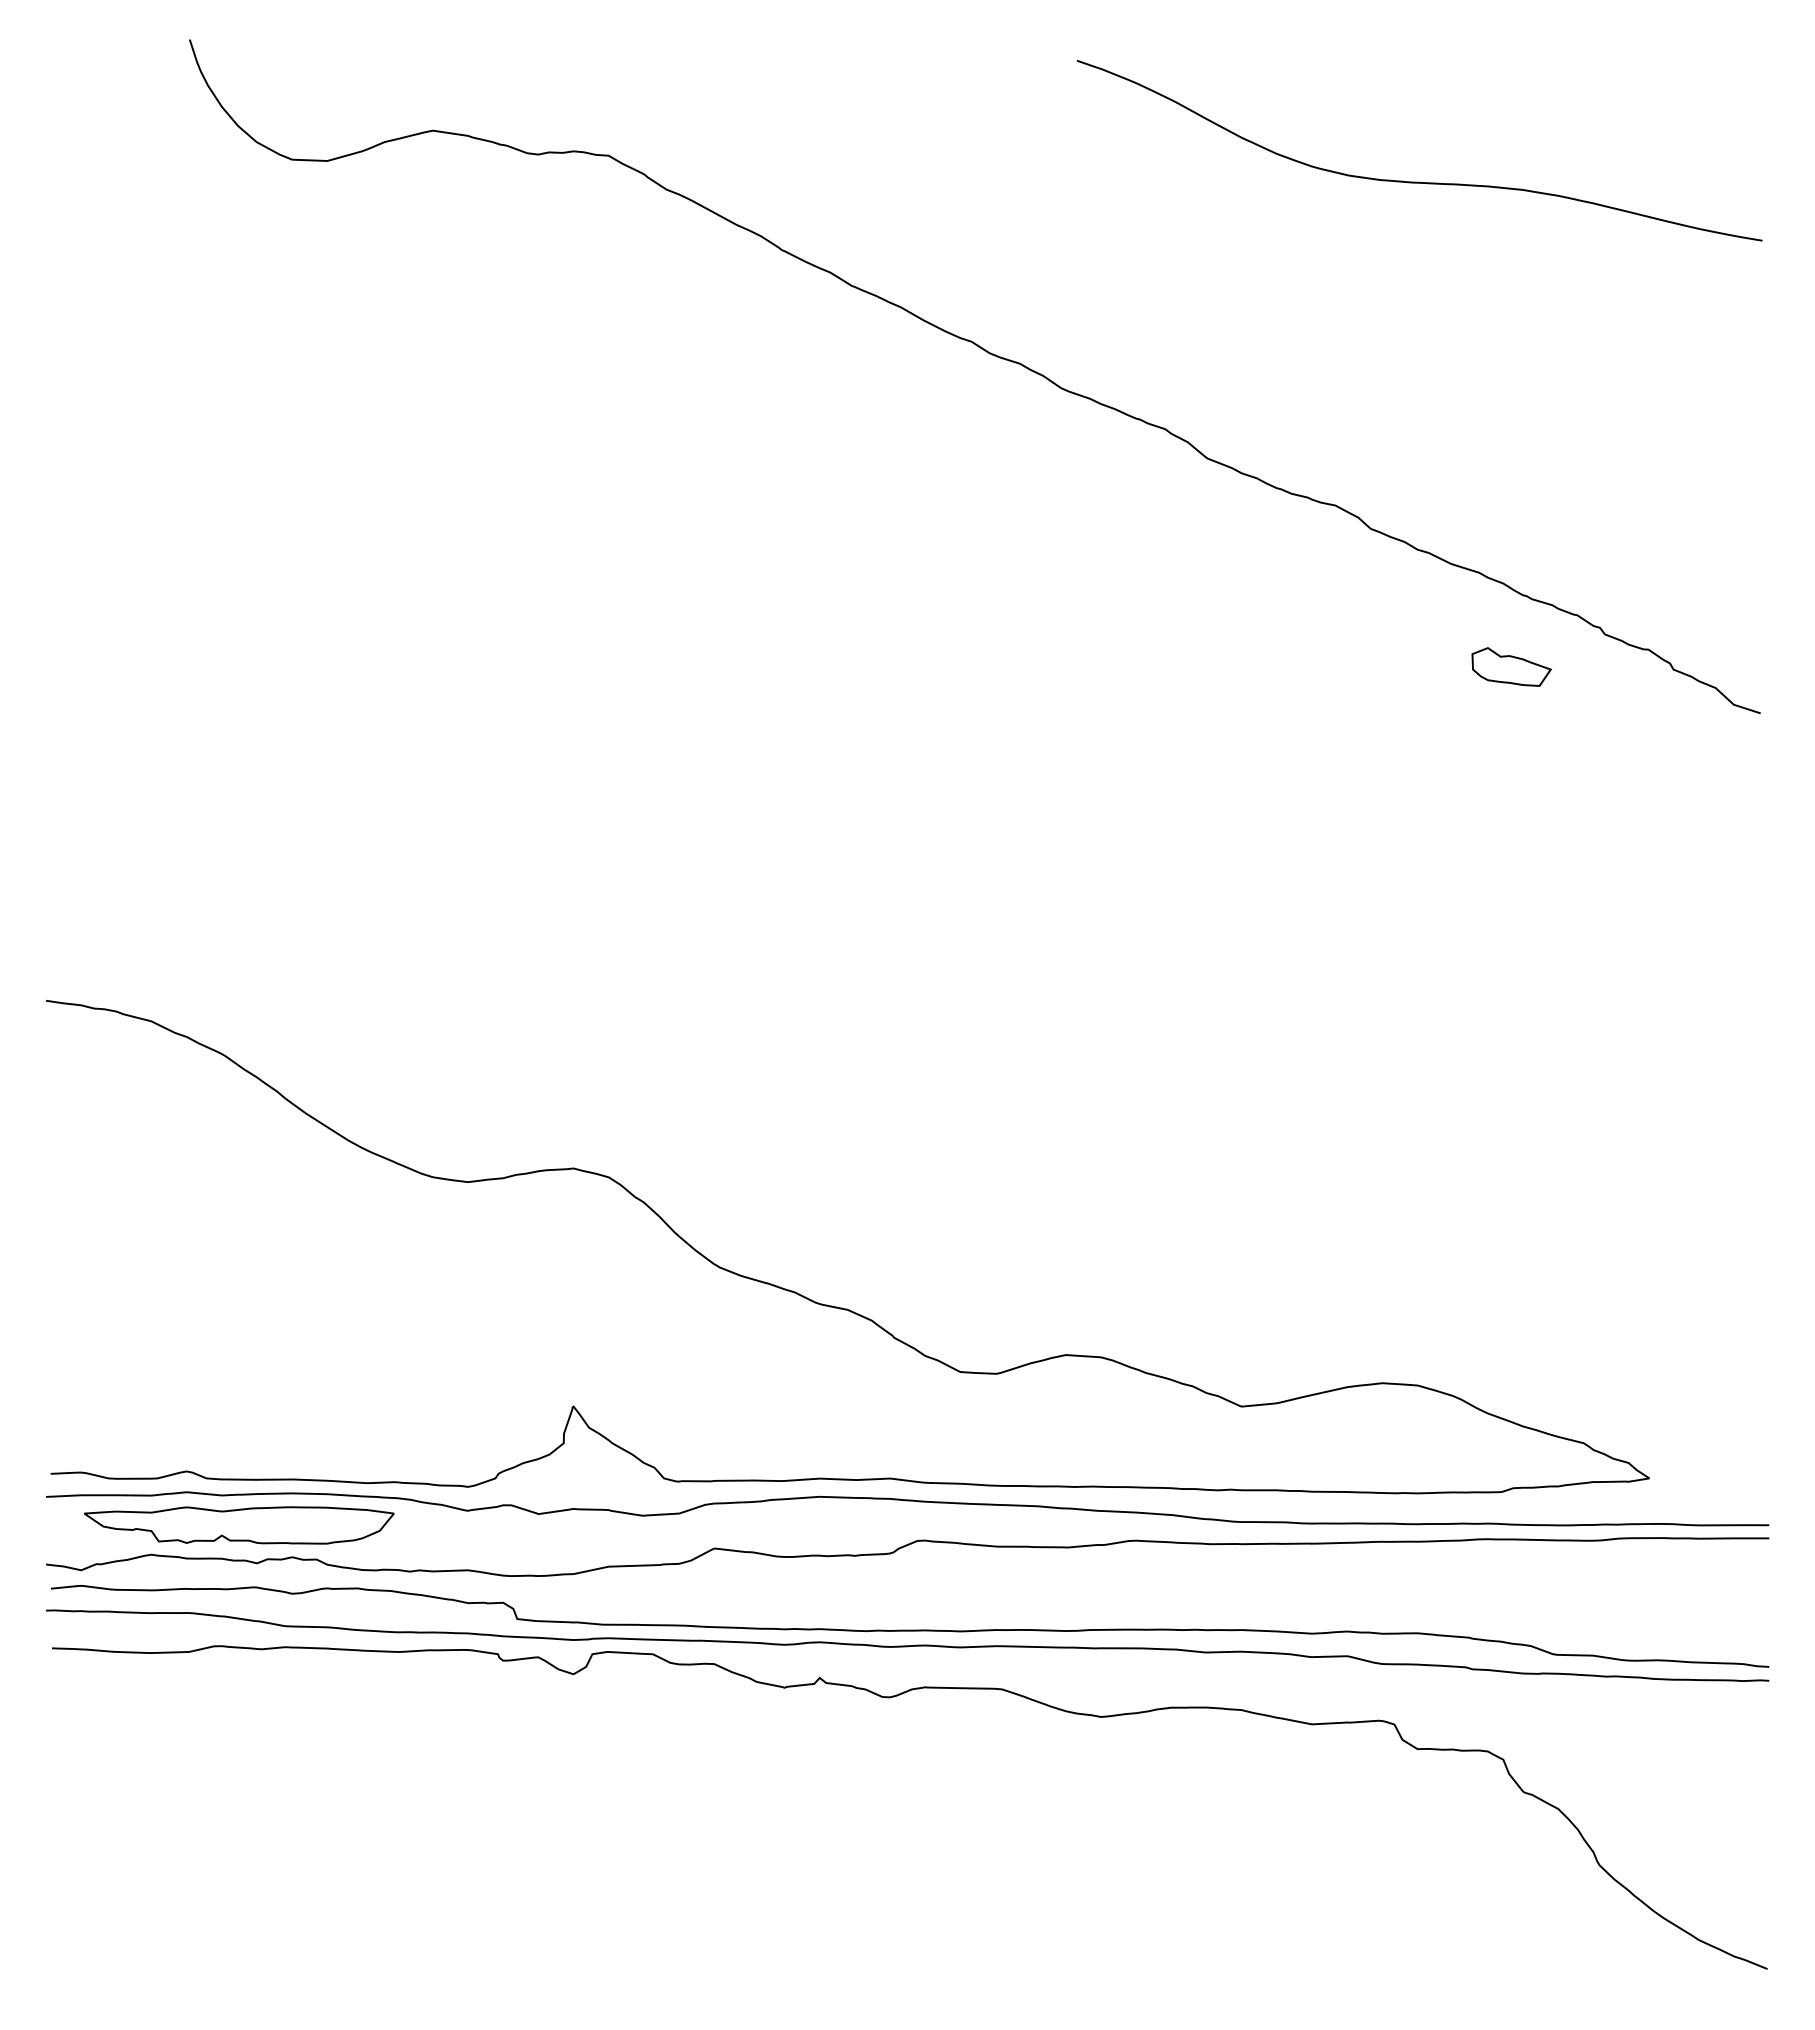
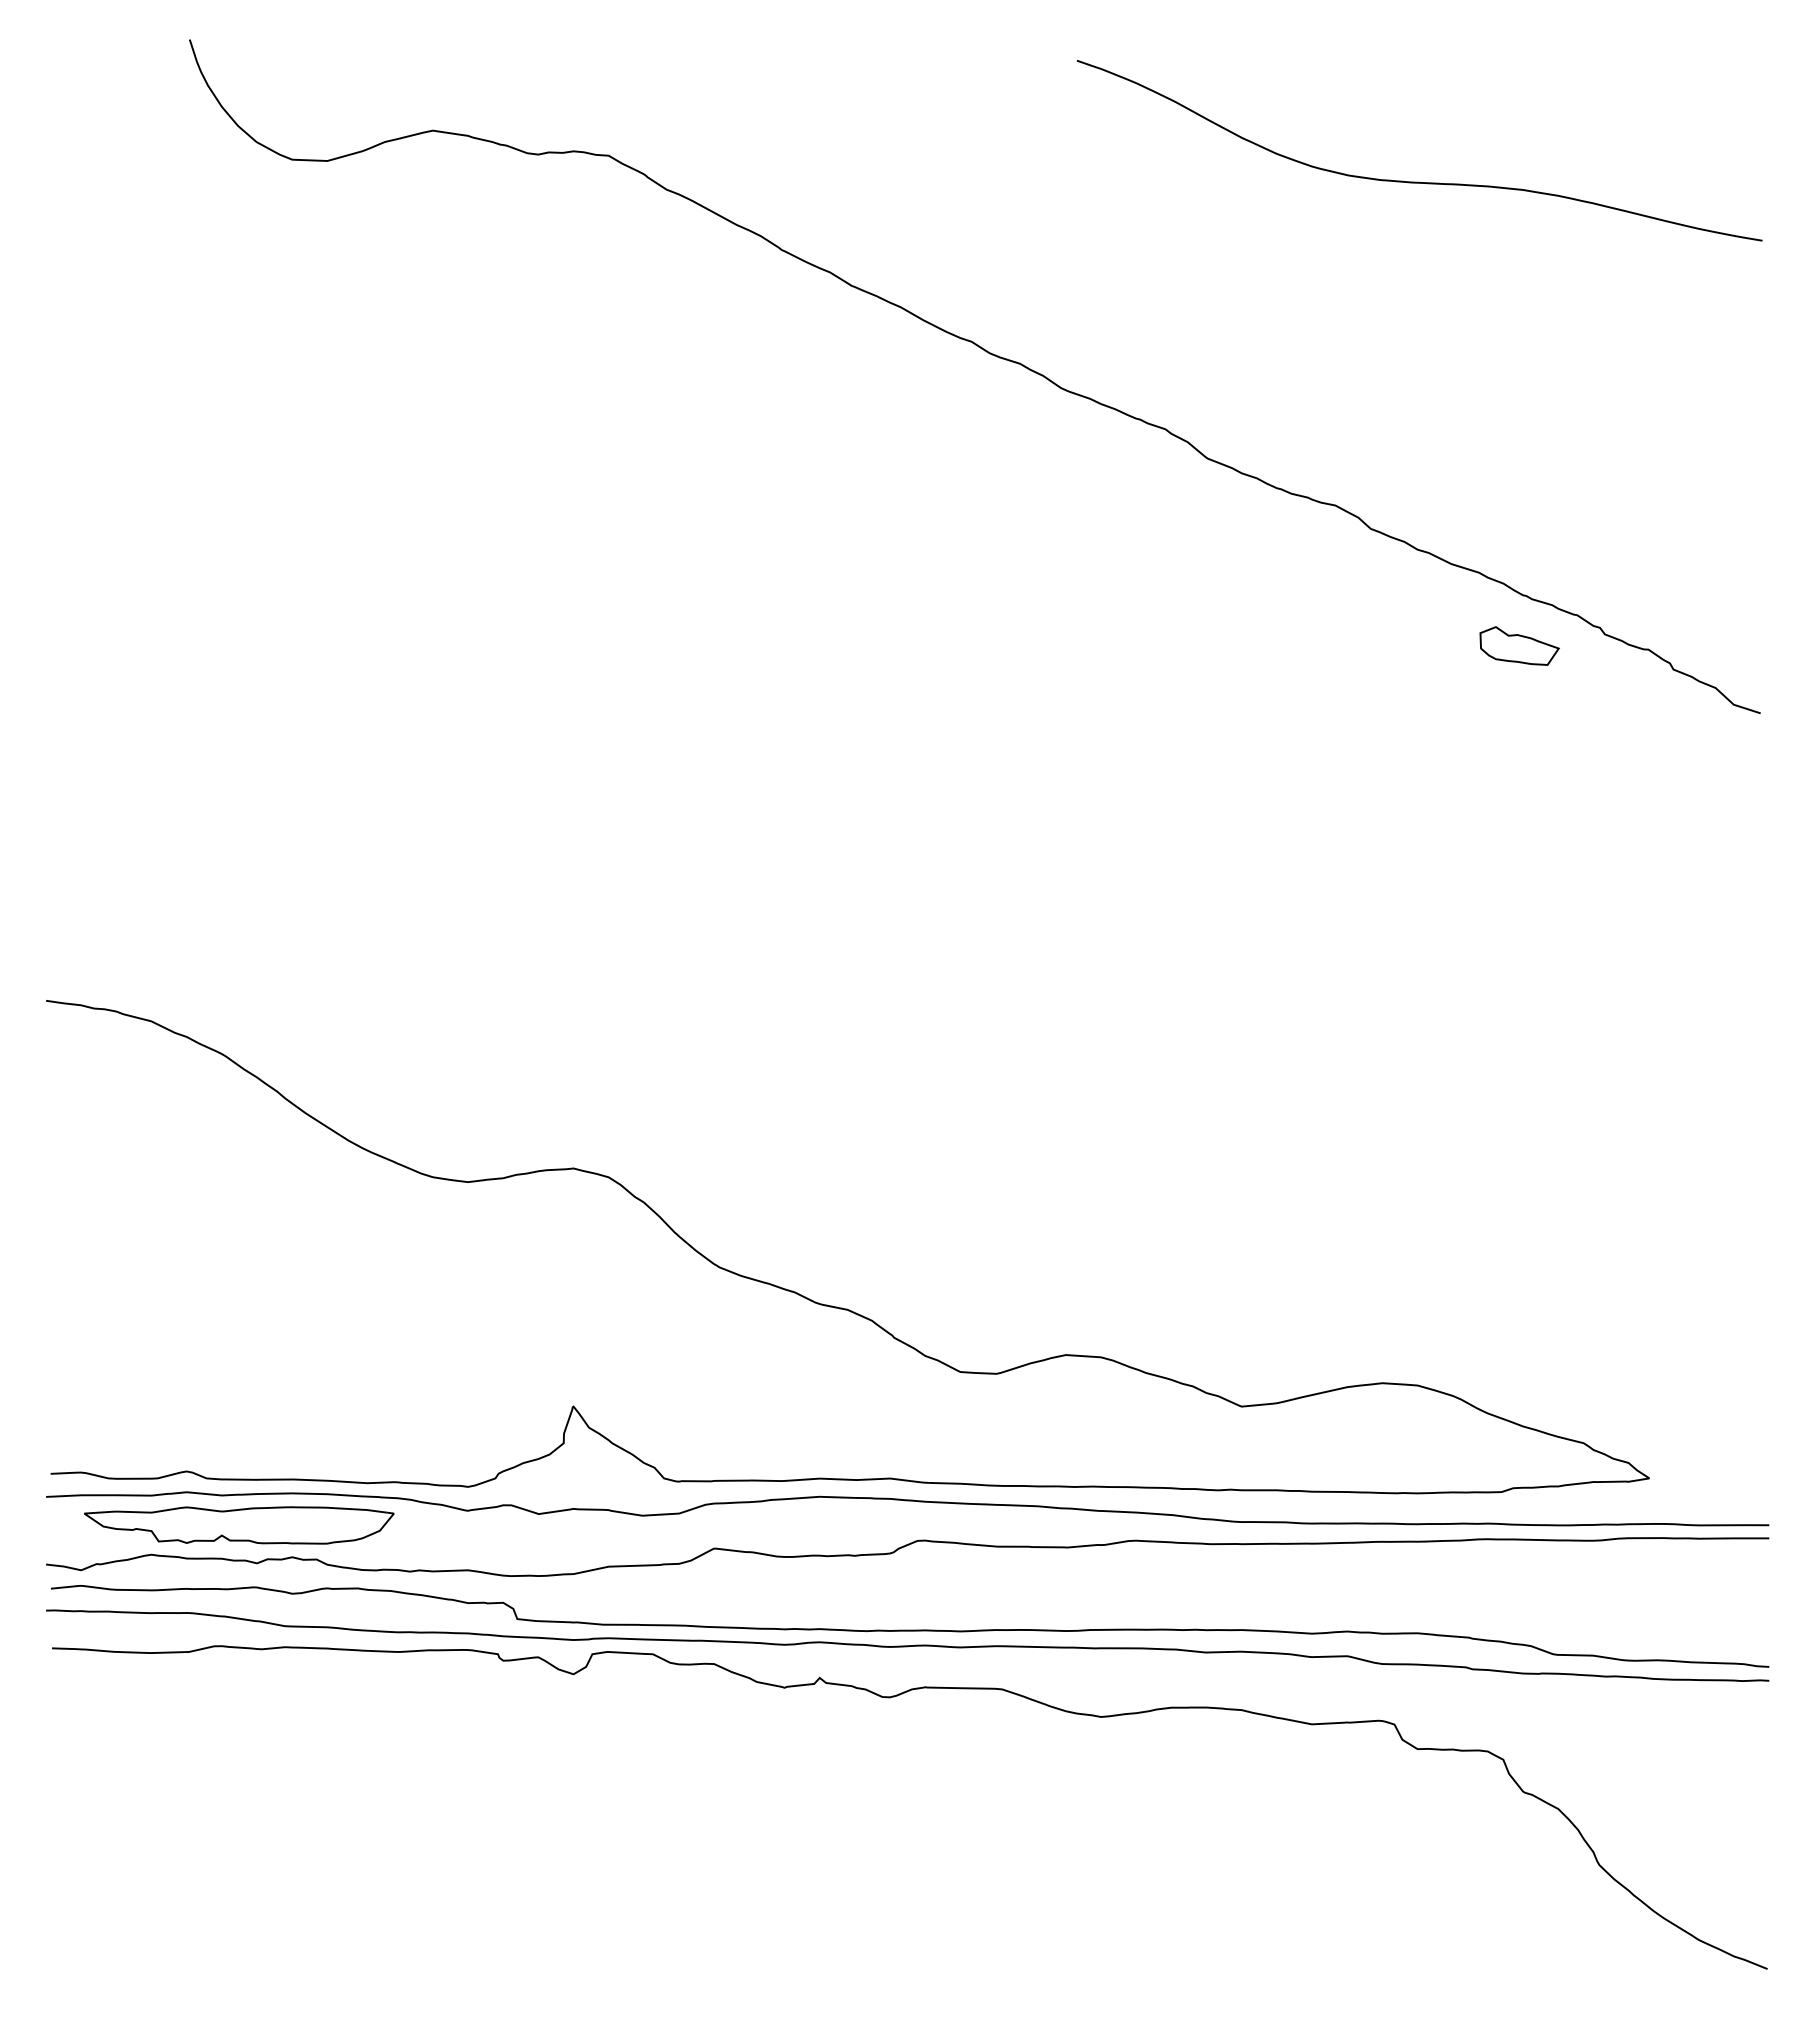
part at (1511, 666) position: (1511, 666) -> (1519, 645)
